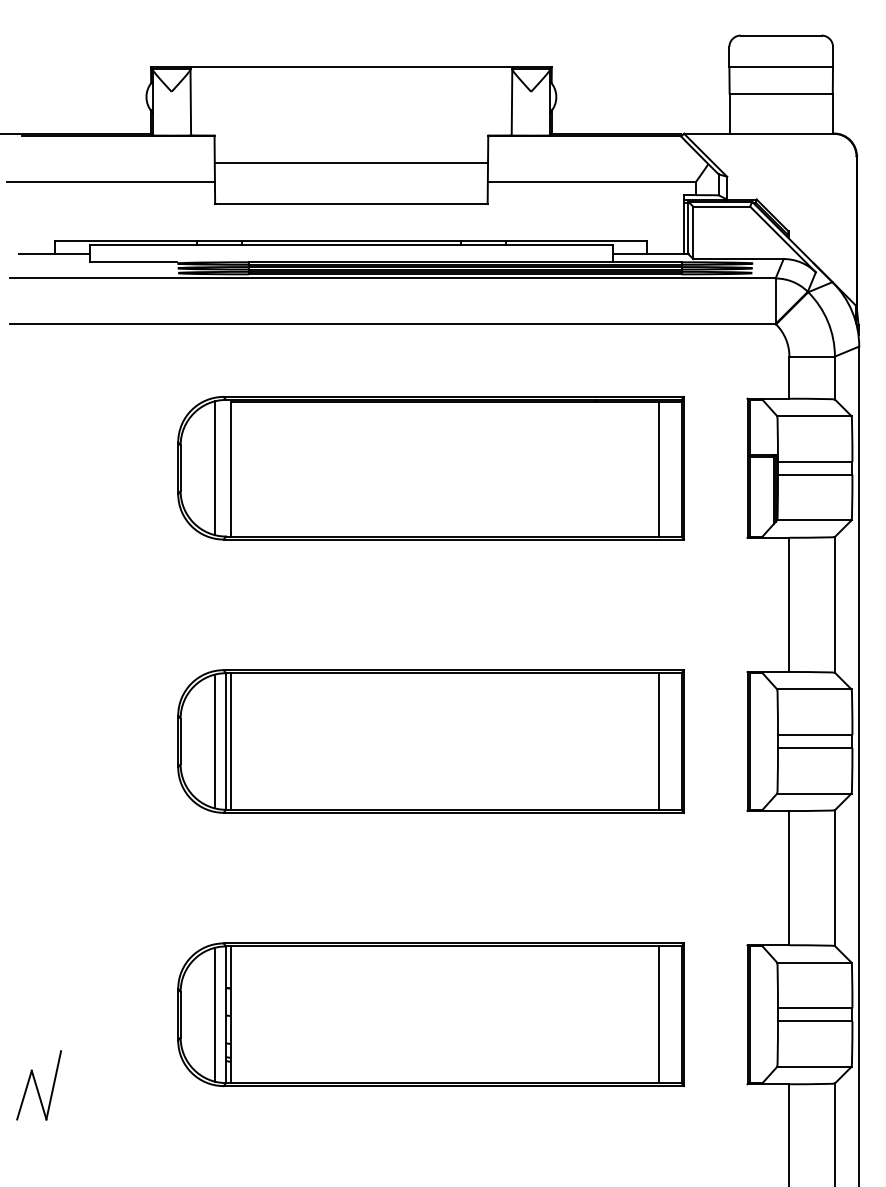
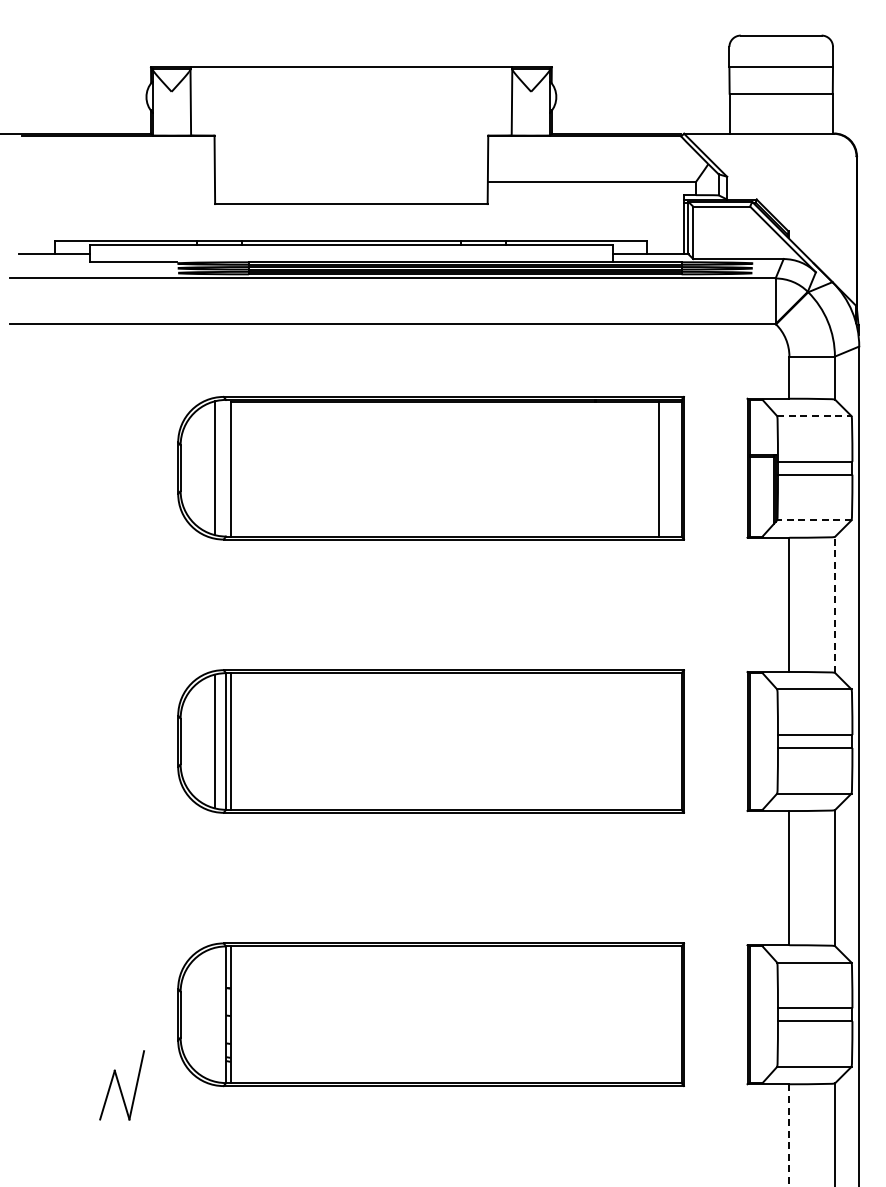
line at (351, 163): present -> none
line at (110, 181): present -> none
line at (814, 416): solid -> dashed
line at (813, 520): solid -> dashed
line at (834, 604): solid -> dashed
line at (658, 741): present -> none
line at (214, 1014): present -> none
line at (658, 1014): present -> none
part at (38, 1085) position: (38, 1085) -> (121, 1085)
line at (789, 1134): solid -> dashed
